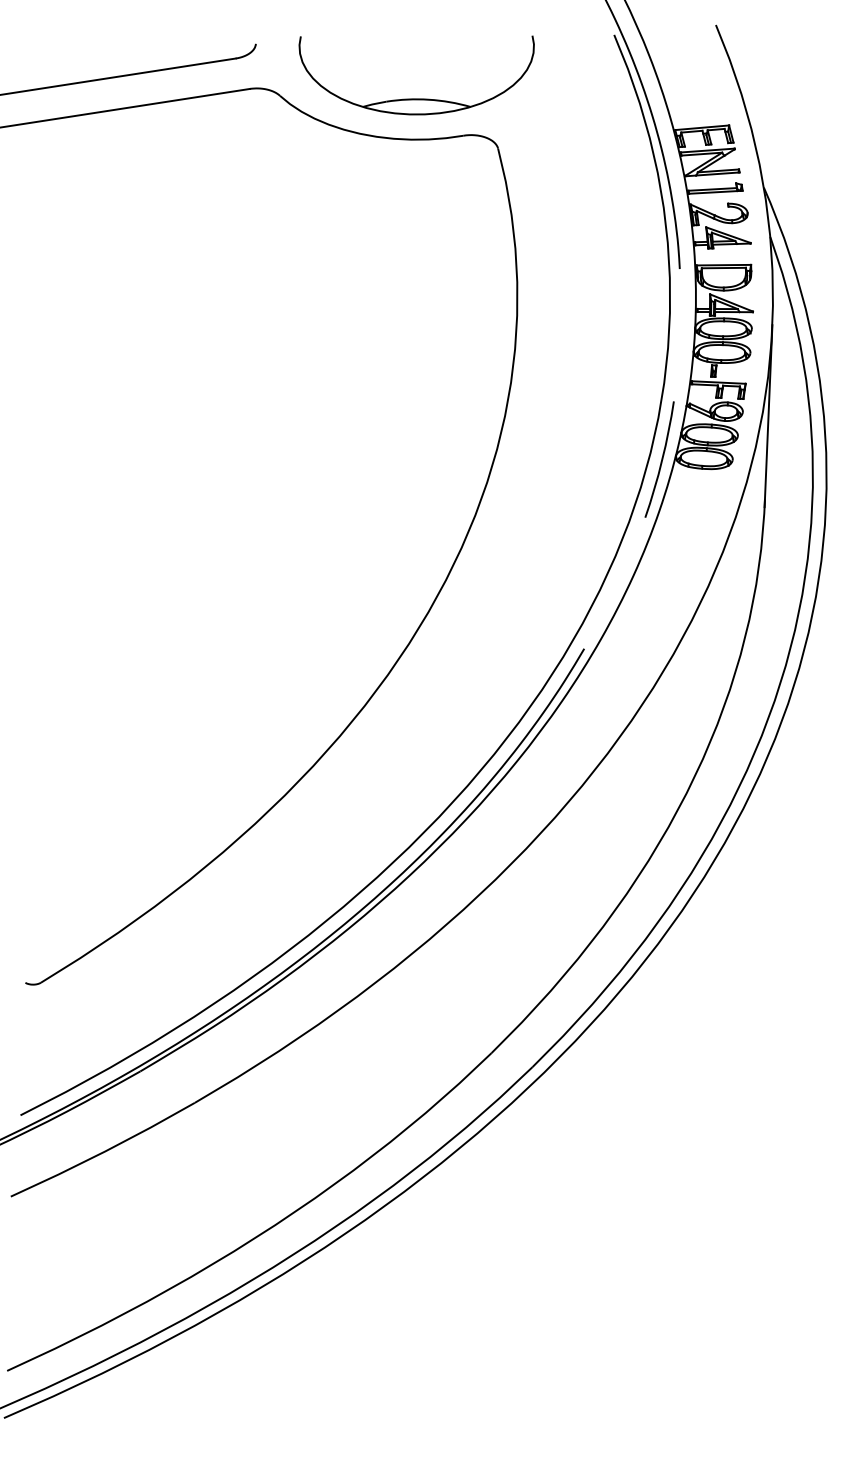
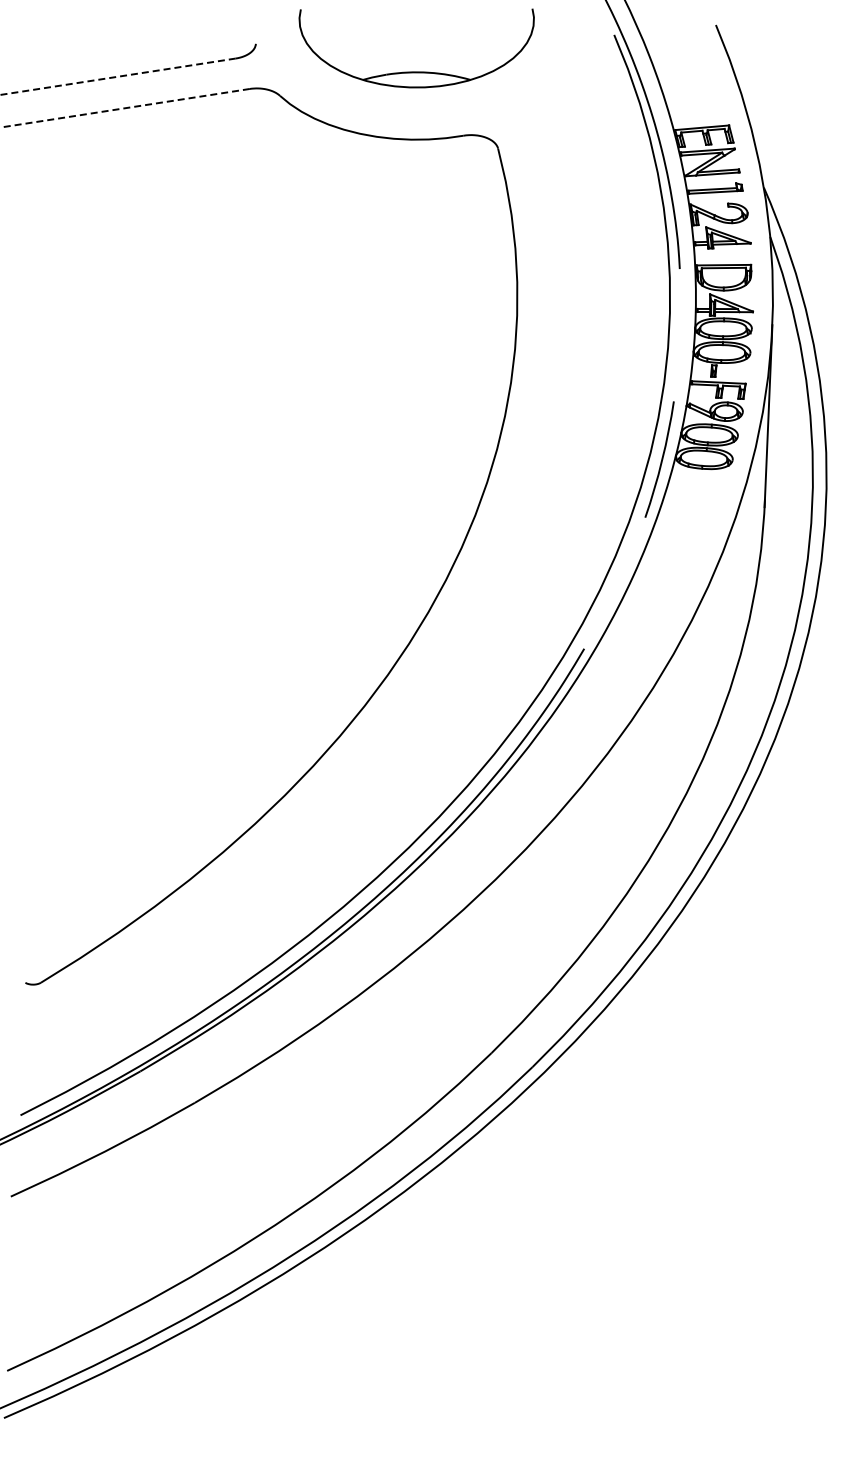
line at (118, 76): solid -> dashed
part at (416, 98) position: (416, 98) -> (416, 71)
line at (124, 108): solid -> dashed
